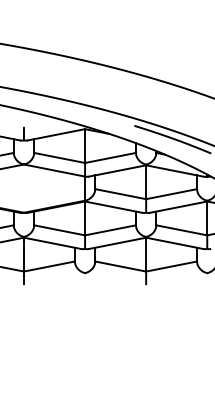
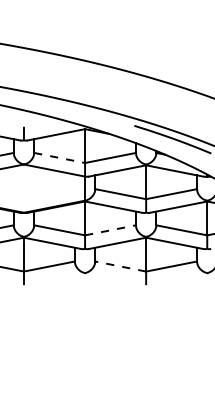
line at (59, 157): solid -> dashed
line at (110, 230): solid -> dashed
line at (120, 266): solid -> dashed
